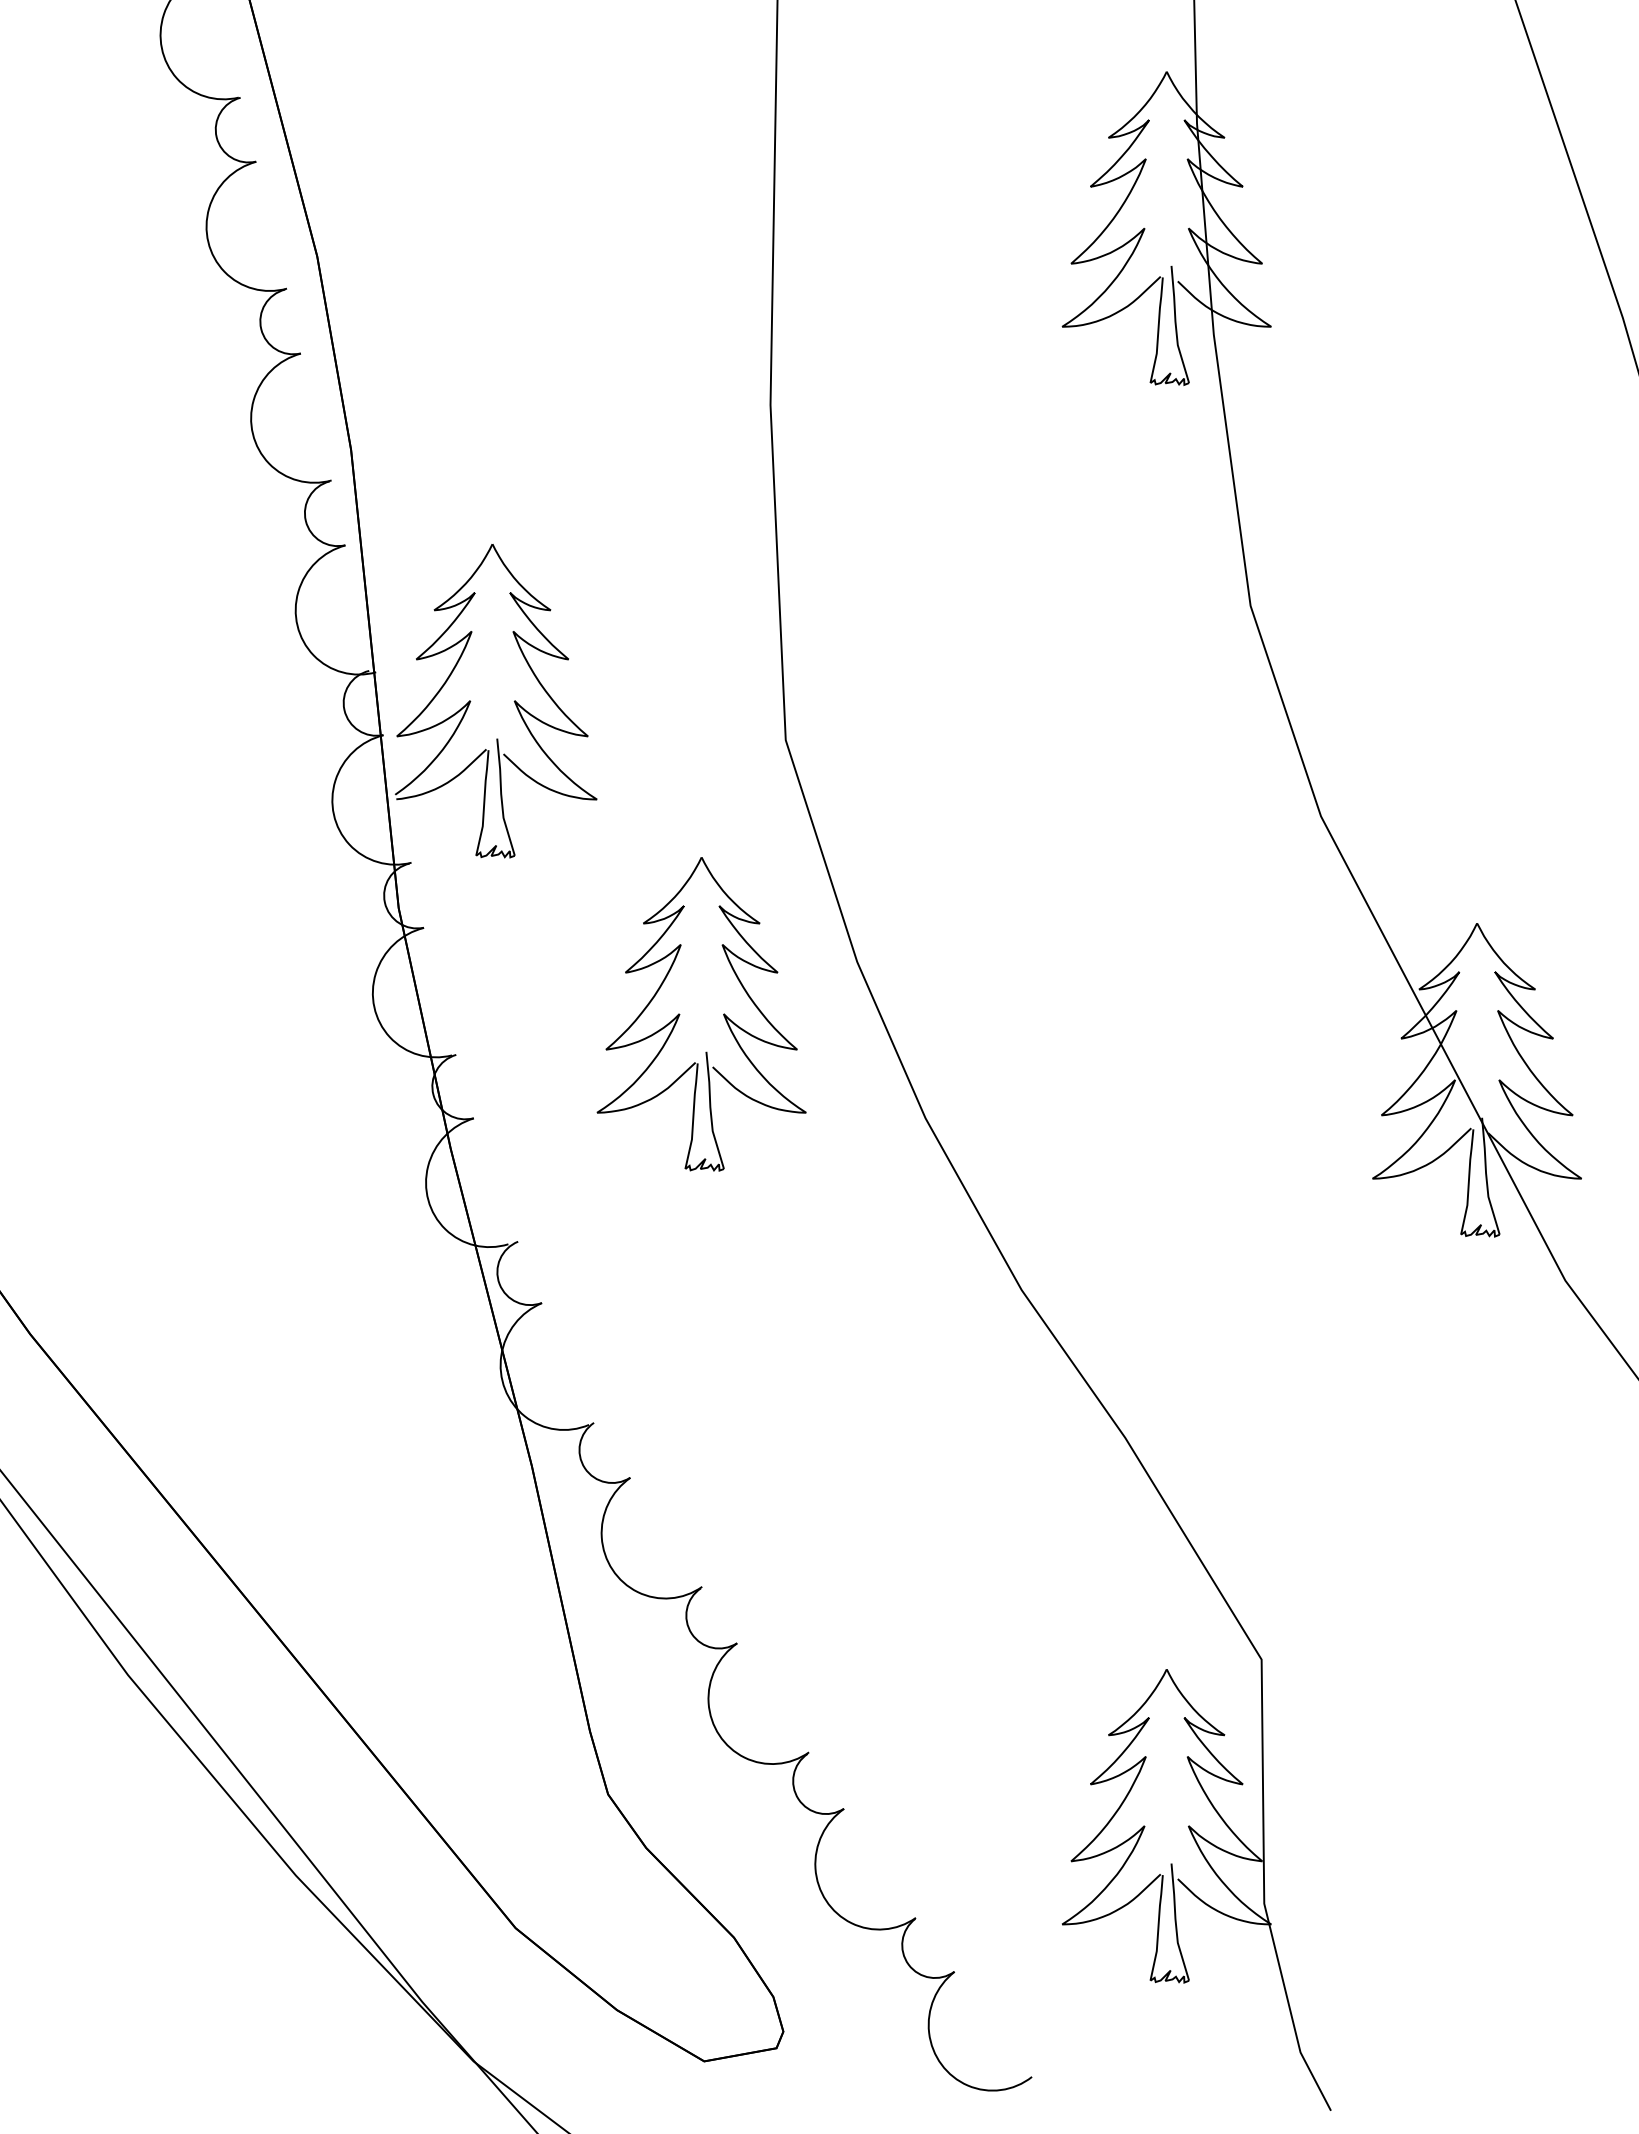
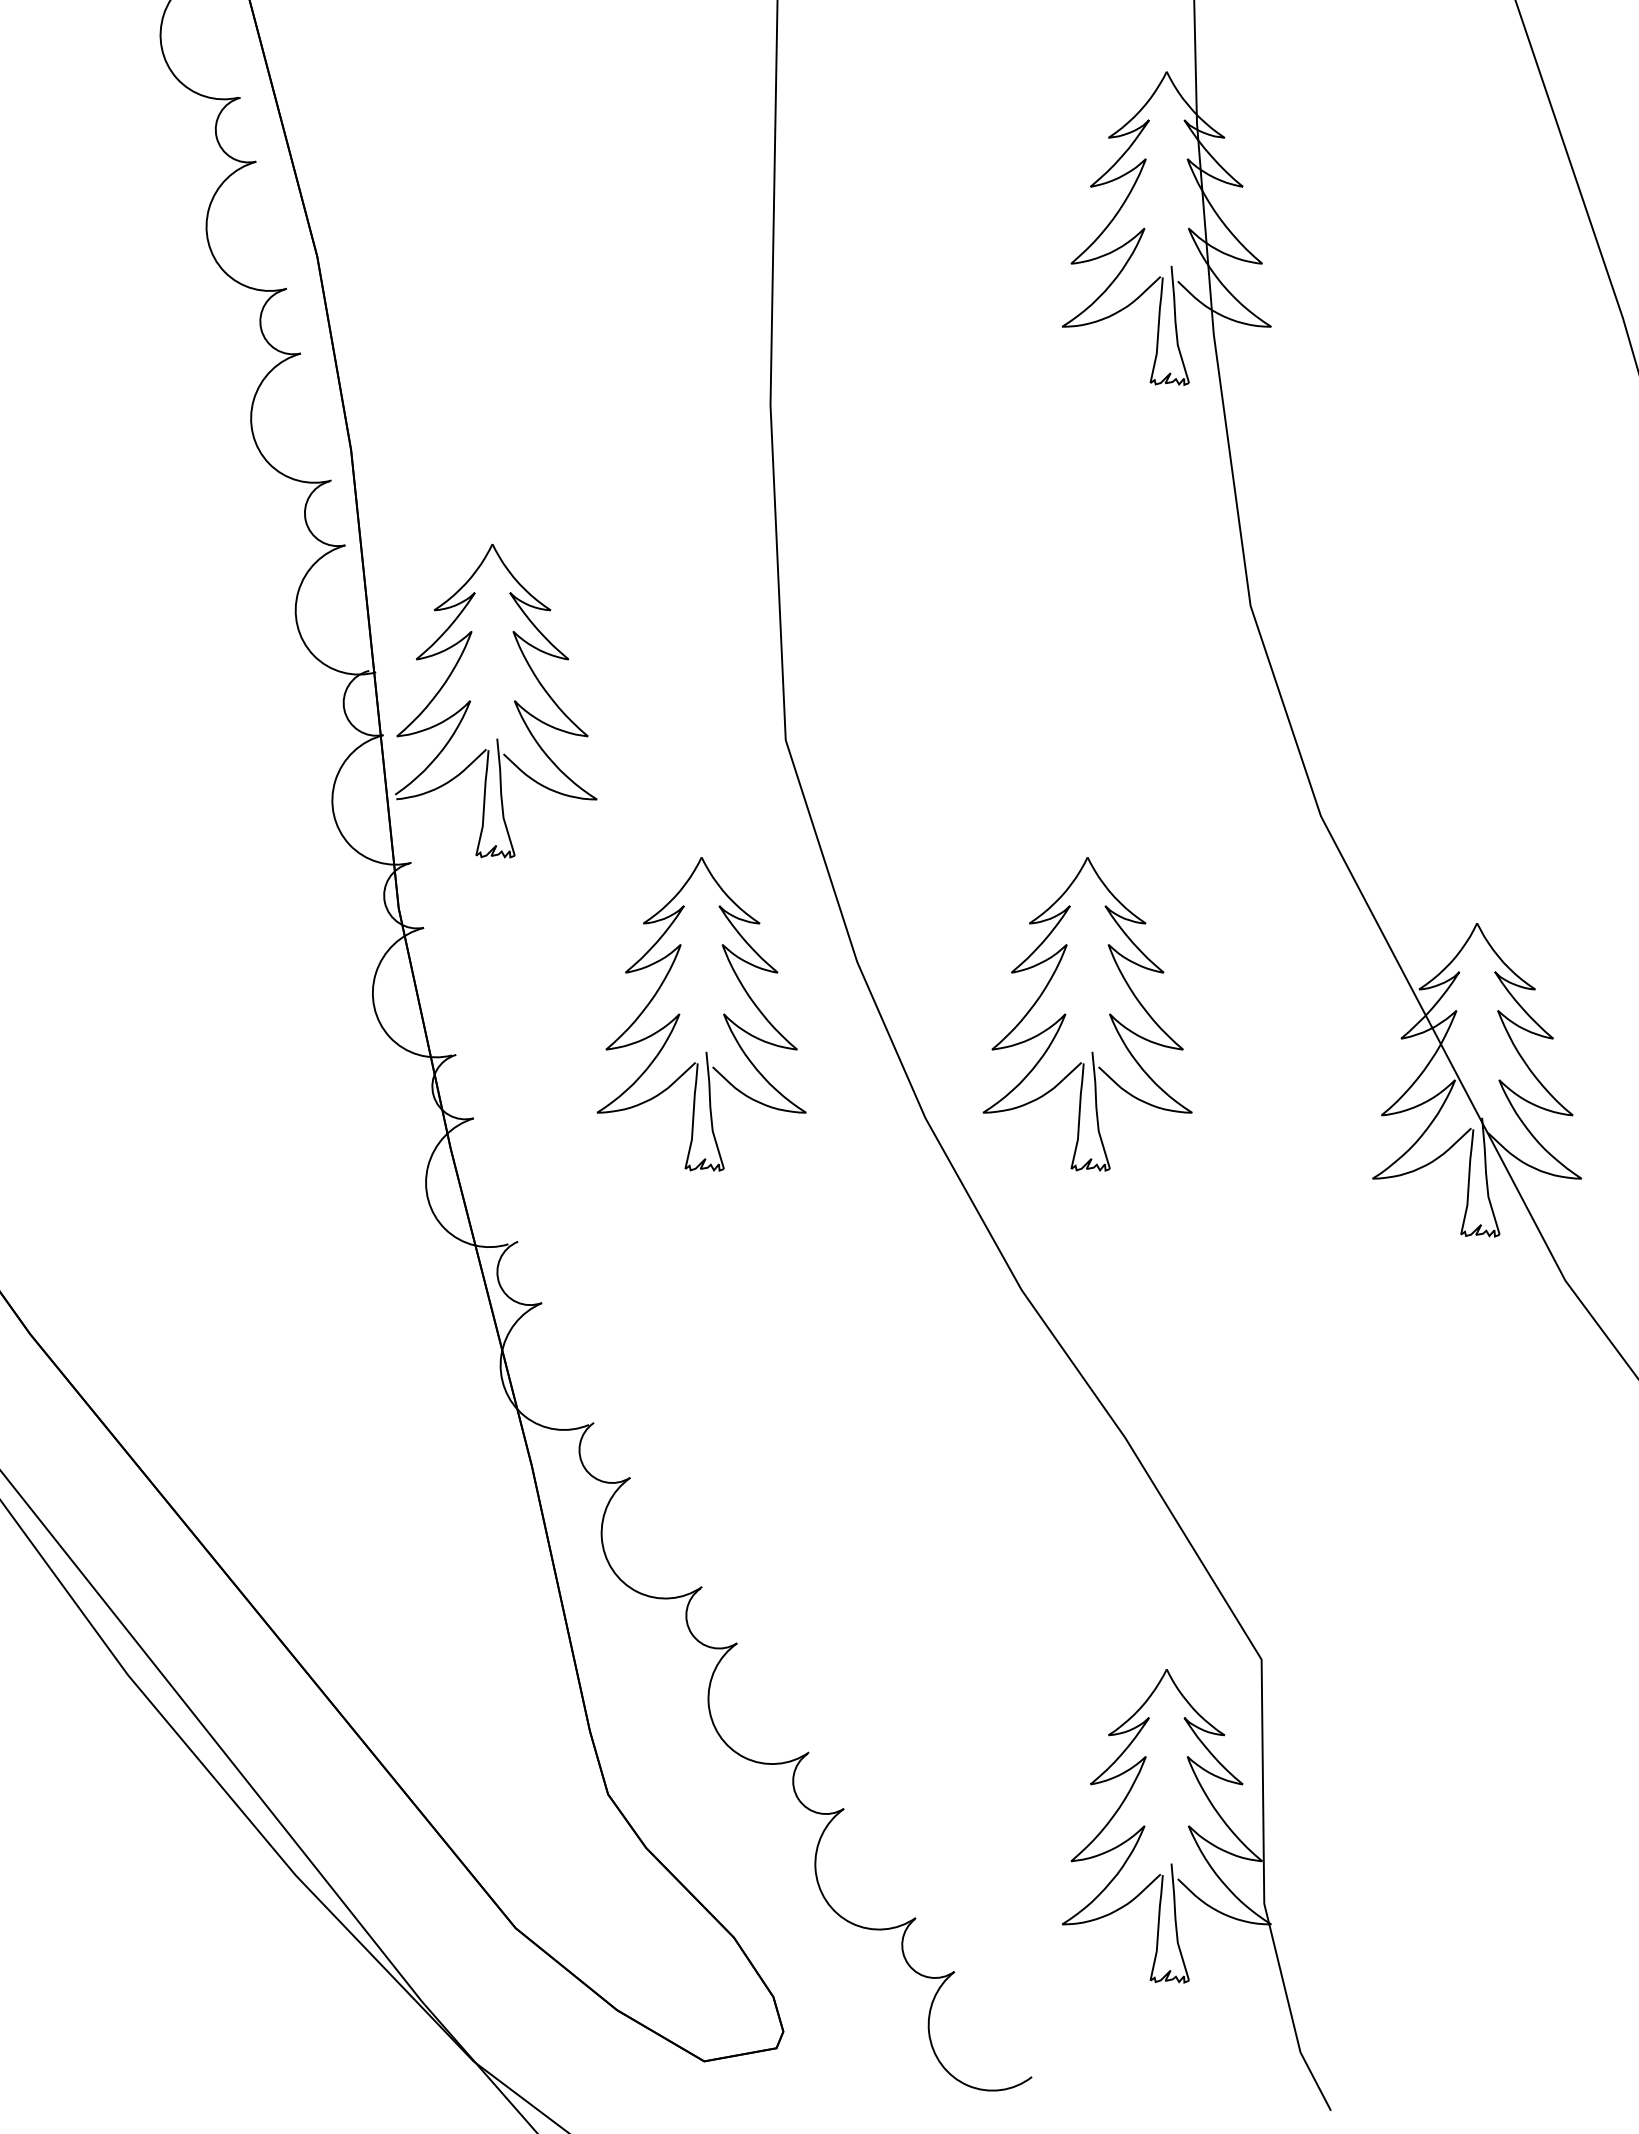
part at (1066, 1014): none -> present
